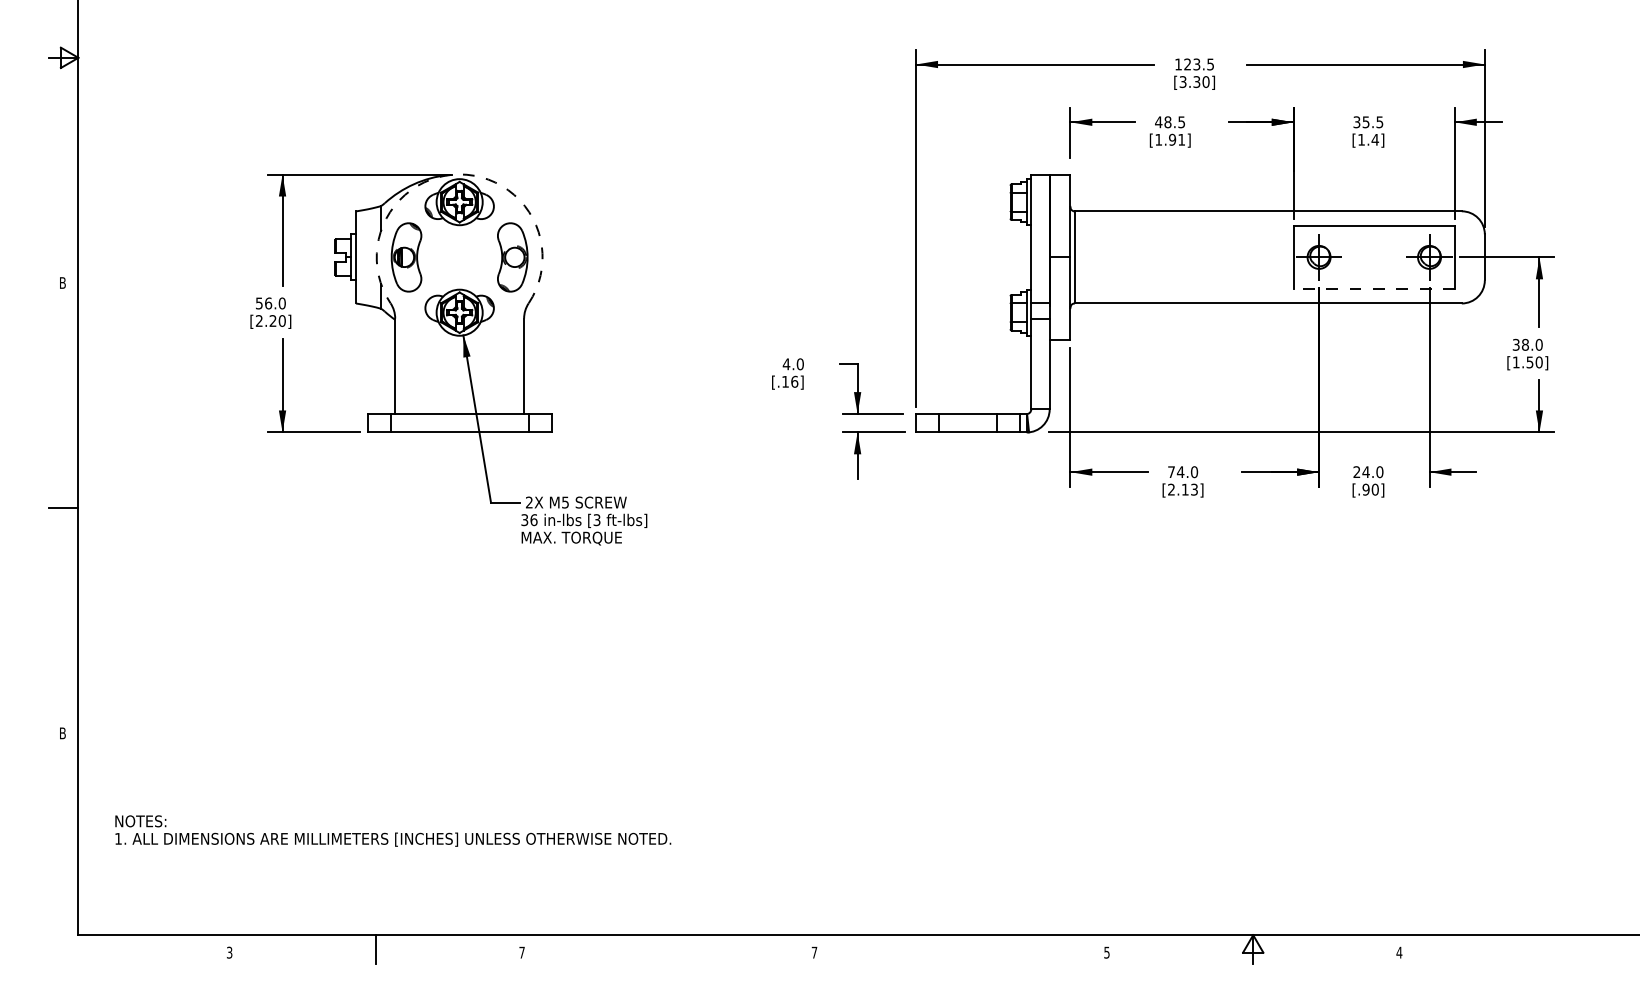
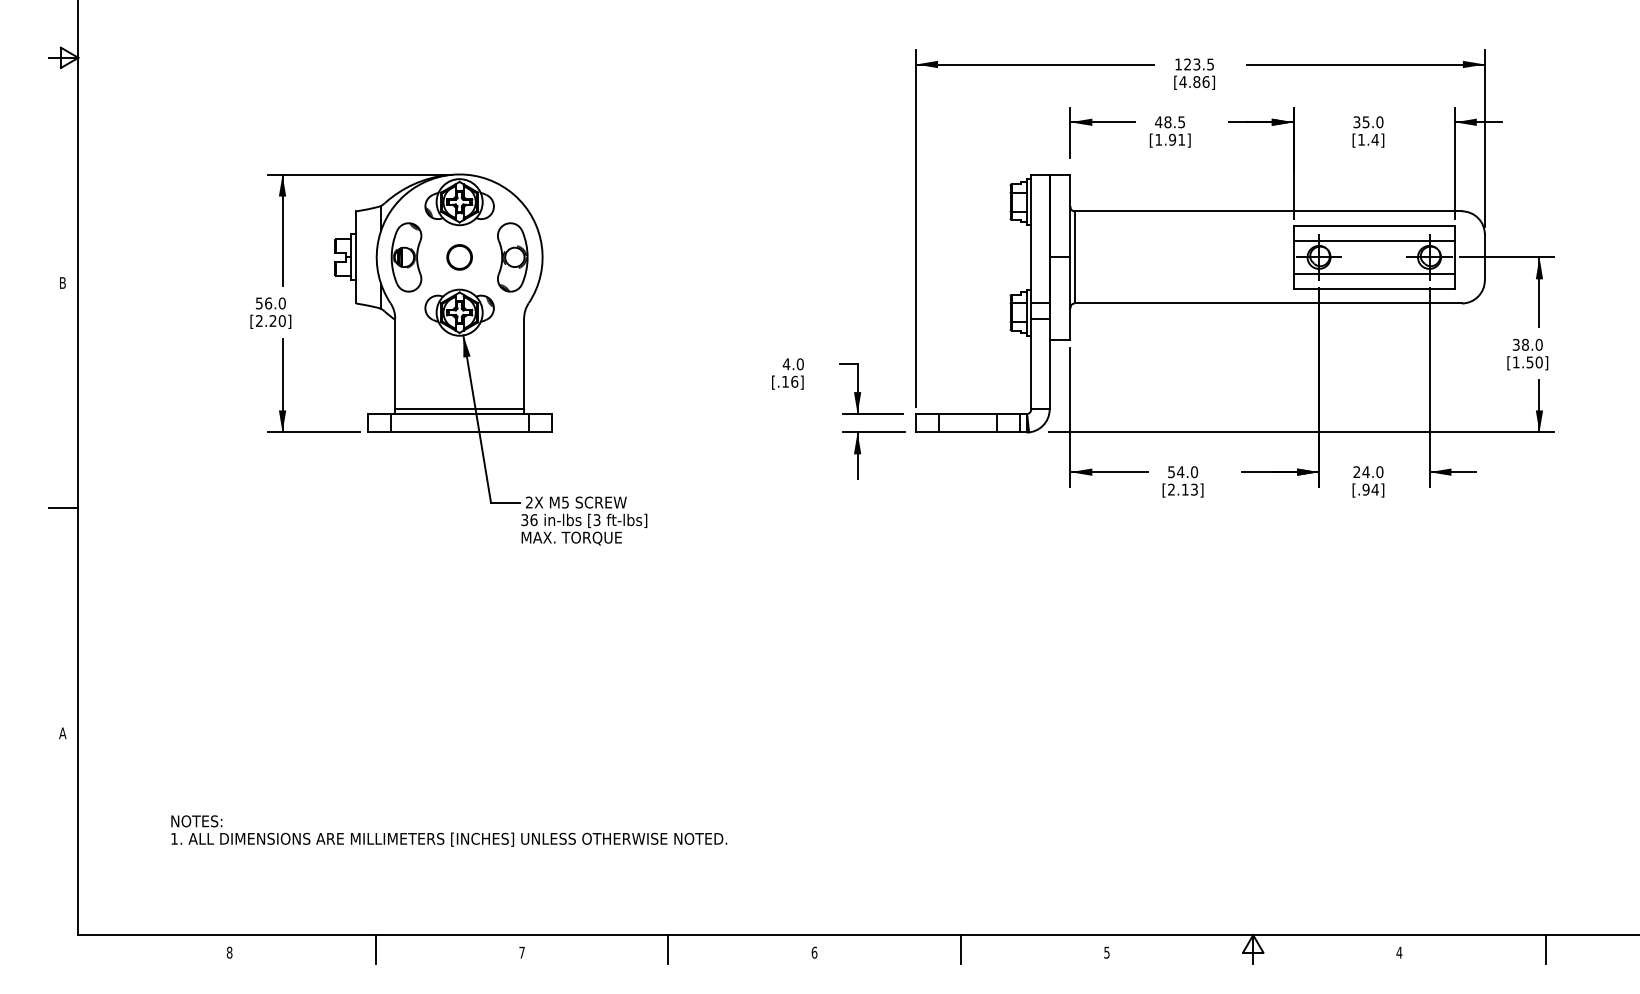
text at (1194, 82): [3.30] -> [4.86]
text at (1379, 122): 35.5 -> 35.0
arc at (459, 174): dashed -> solid
line at (1373, 241): none -> present
circle at (459, 257): none -> present
line at (1373, 273): none -> present
line at (1374, 288): dashed -> solid
line at (459, 409): none -> present
text at (1171, 472): 74.0 -> 54.0
text at (1375, 489): [.90] -> [.94]
text at (62, 733): B -> A
text at (393, 830) position: (393, 830) -> (449, 830)
line at (668, 949): none -> present
line at (960, 949): none -> present
line at (1545, 949): none -> present
text at (229, 952): 3 -> 8
text at (814, 952): 7 -> 6
